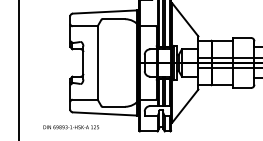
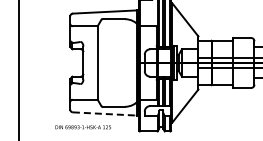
line at (104, 113): solid -> dashed
text at (70, 127) position: (70, 127) -> (82, 127)
